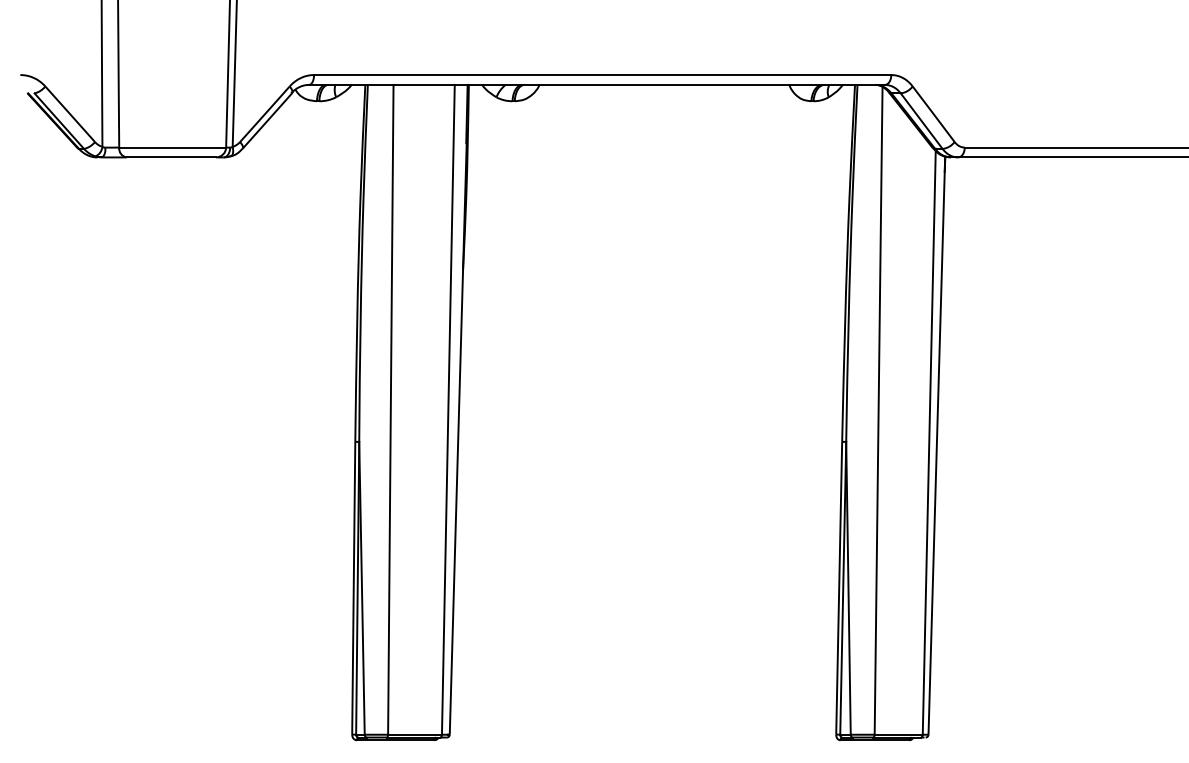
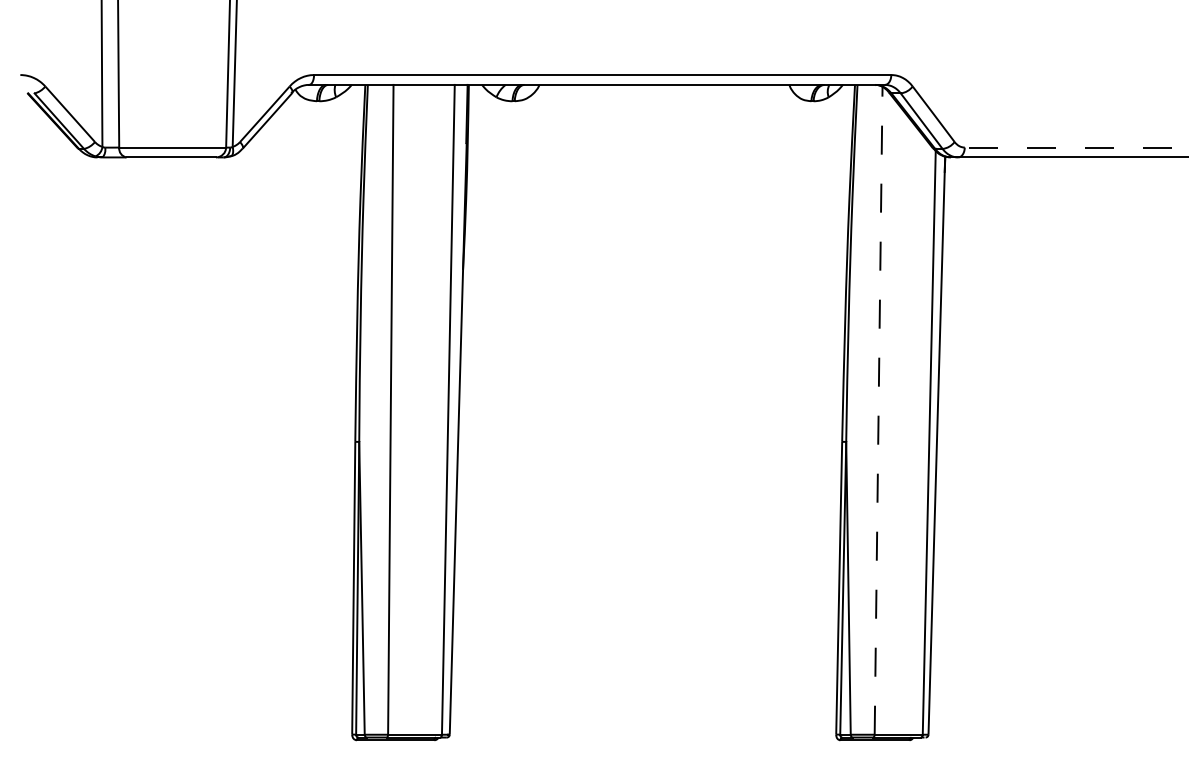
line at (1076, 147): solid -> dashed
line at (878, 409): solid -> dashed
